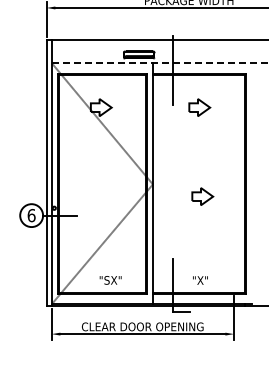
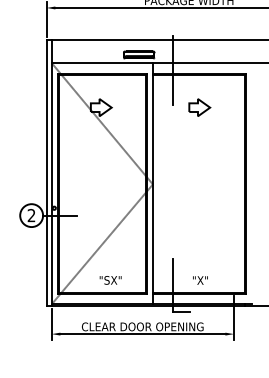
line at (159, 63): dashed -> solid
part at (202, 196): present -> none
text at (31, 215): 6 -> 2
